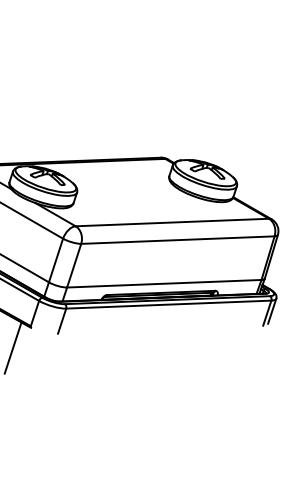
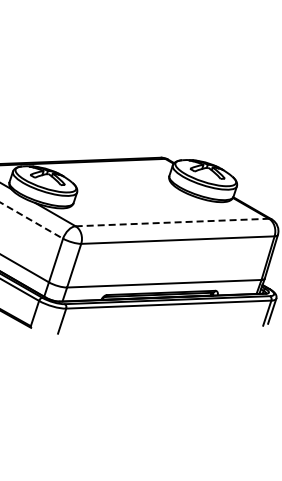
line at (31, 220): solid -> dashed
line at (172, 222): solid -> dashed
line at (12, 347): present -> none
